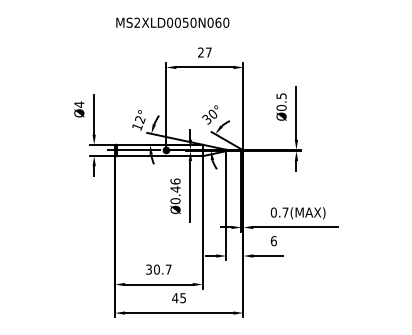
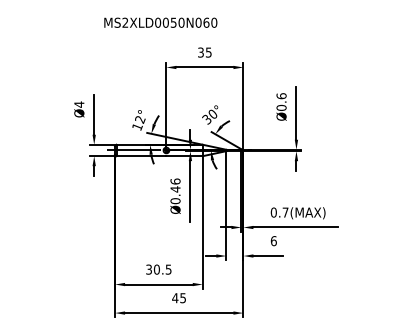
text at (172, 22) position: (172, 22) -> (160, 22)
text at (204, 52): 27 -> 35
text at (281, 96): Ø0.5 -> Ø0.6
text at (168, 269): 30.7 -> 30.5
